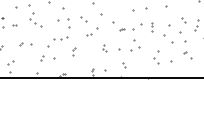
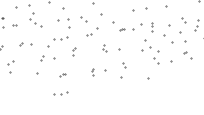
part at (135, 45) position: (135, 45) -> (146, 45)
line at (101, 77): present -> none
part at (60, 93): none -> present
